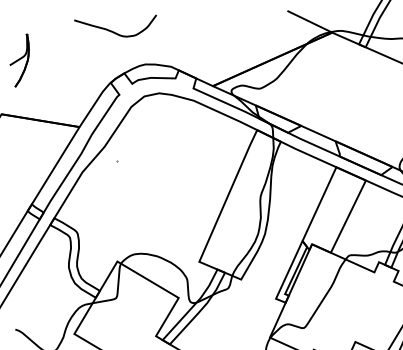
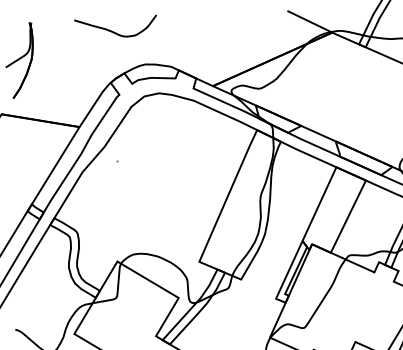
part at (19, 60) size: 21x55 px -> 29x77 px
